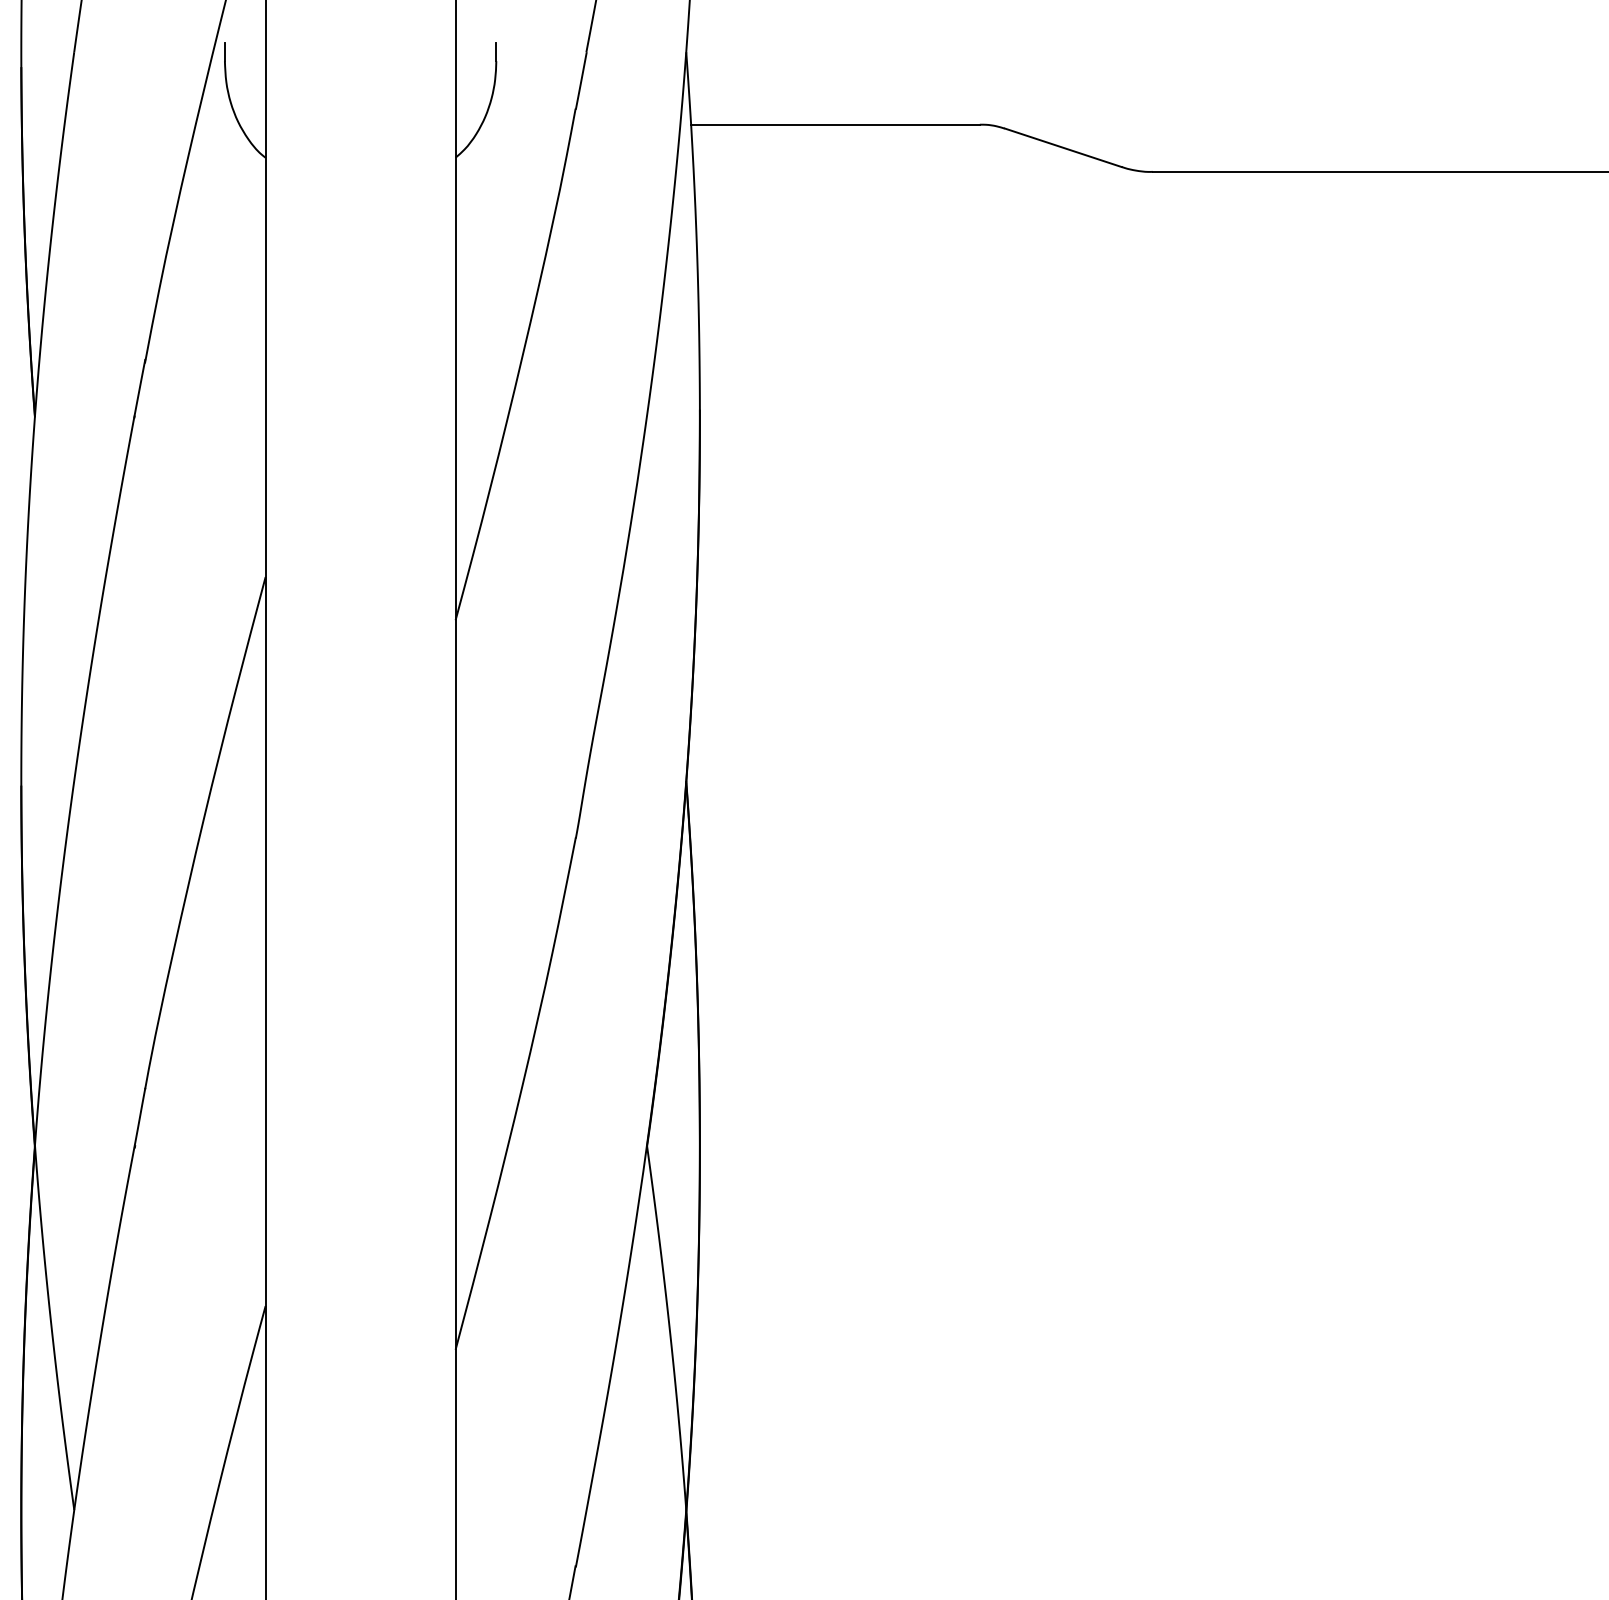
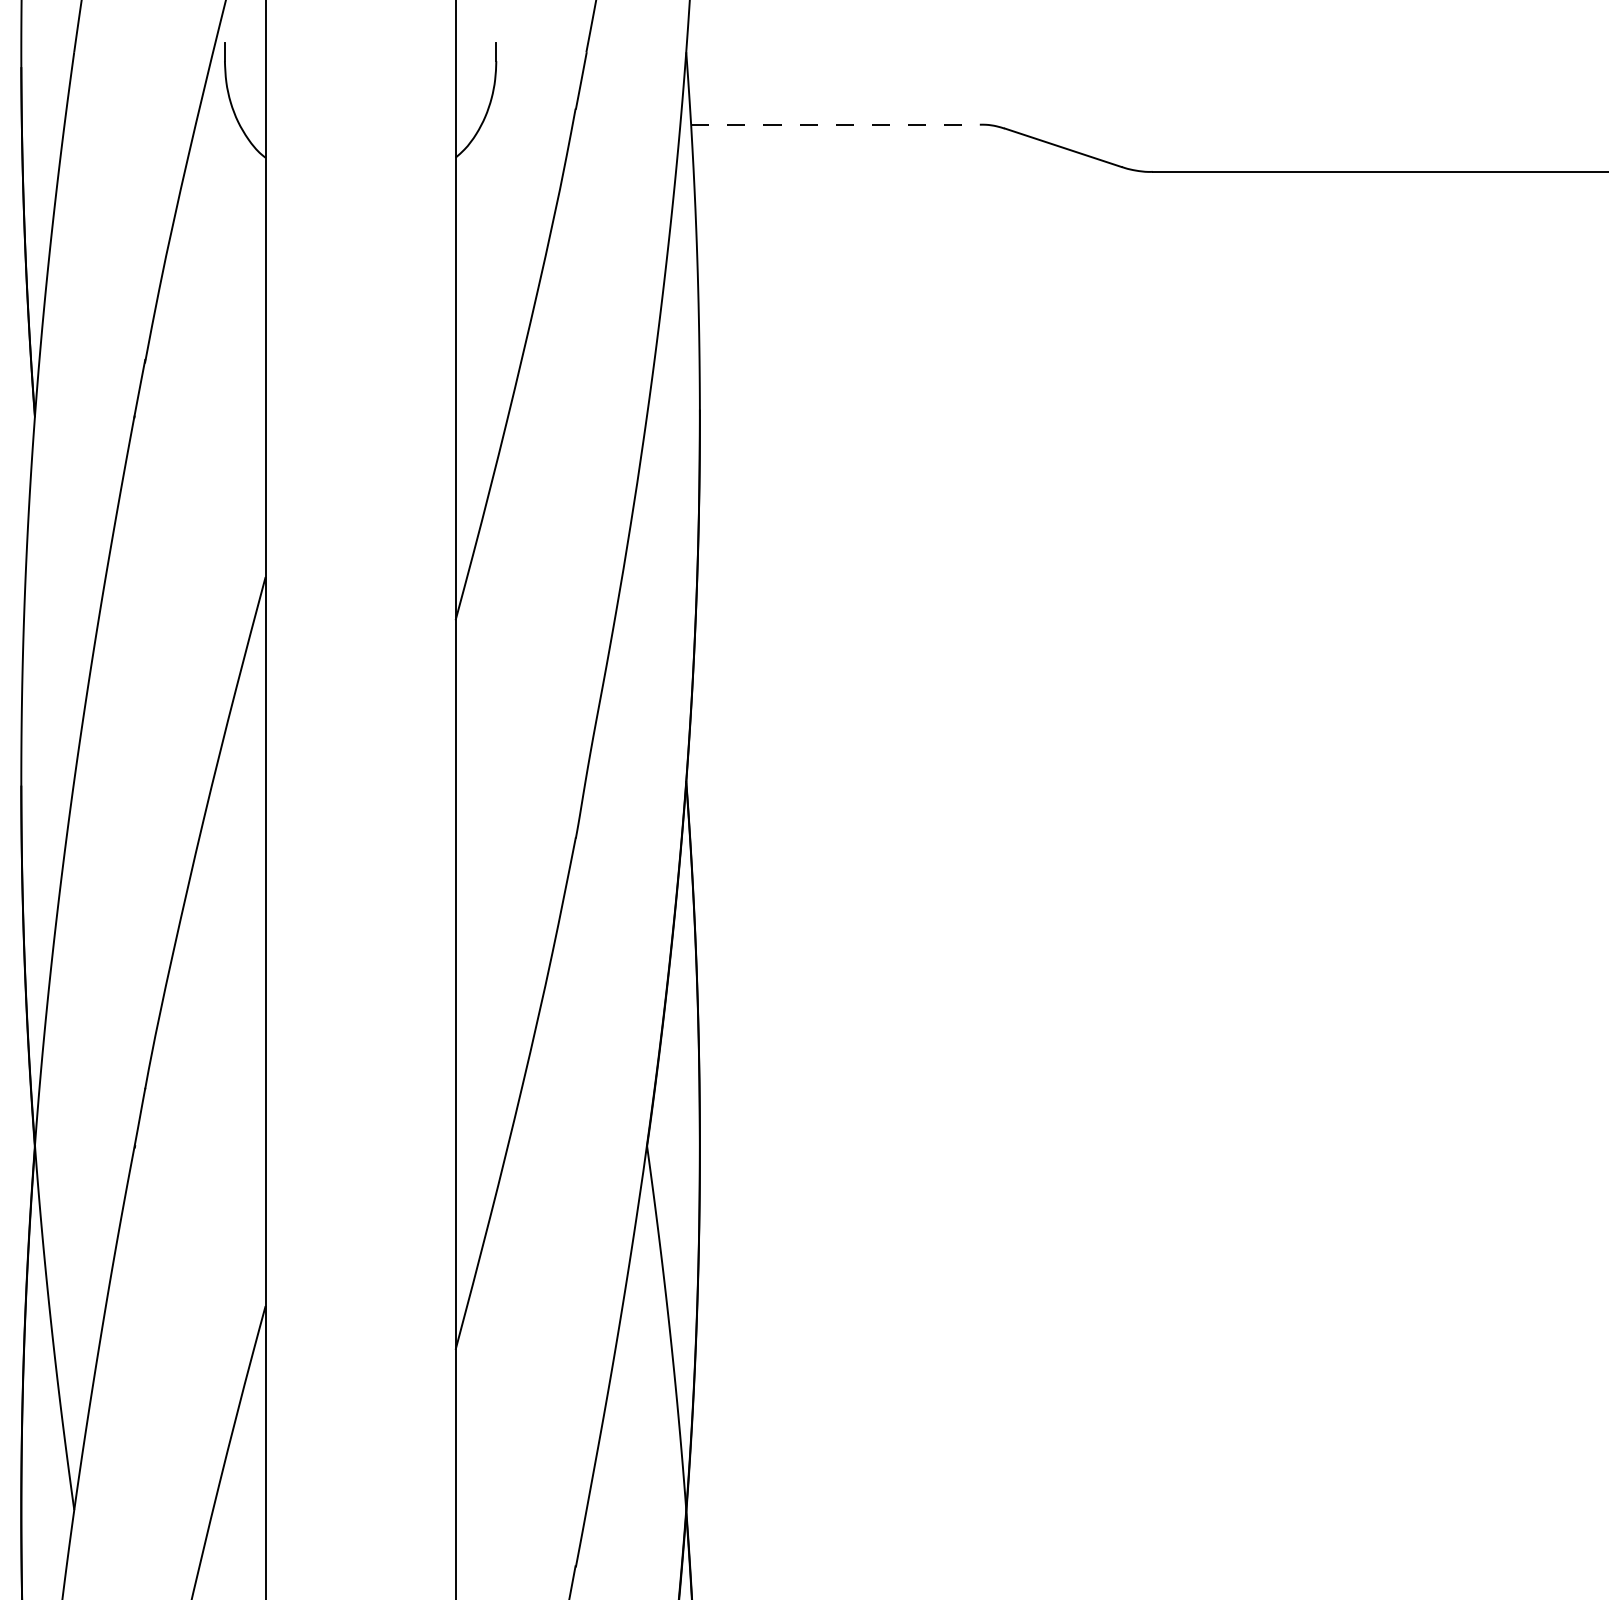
line at (835, 124): solid -> dashed
